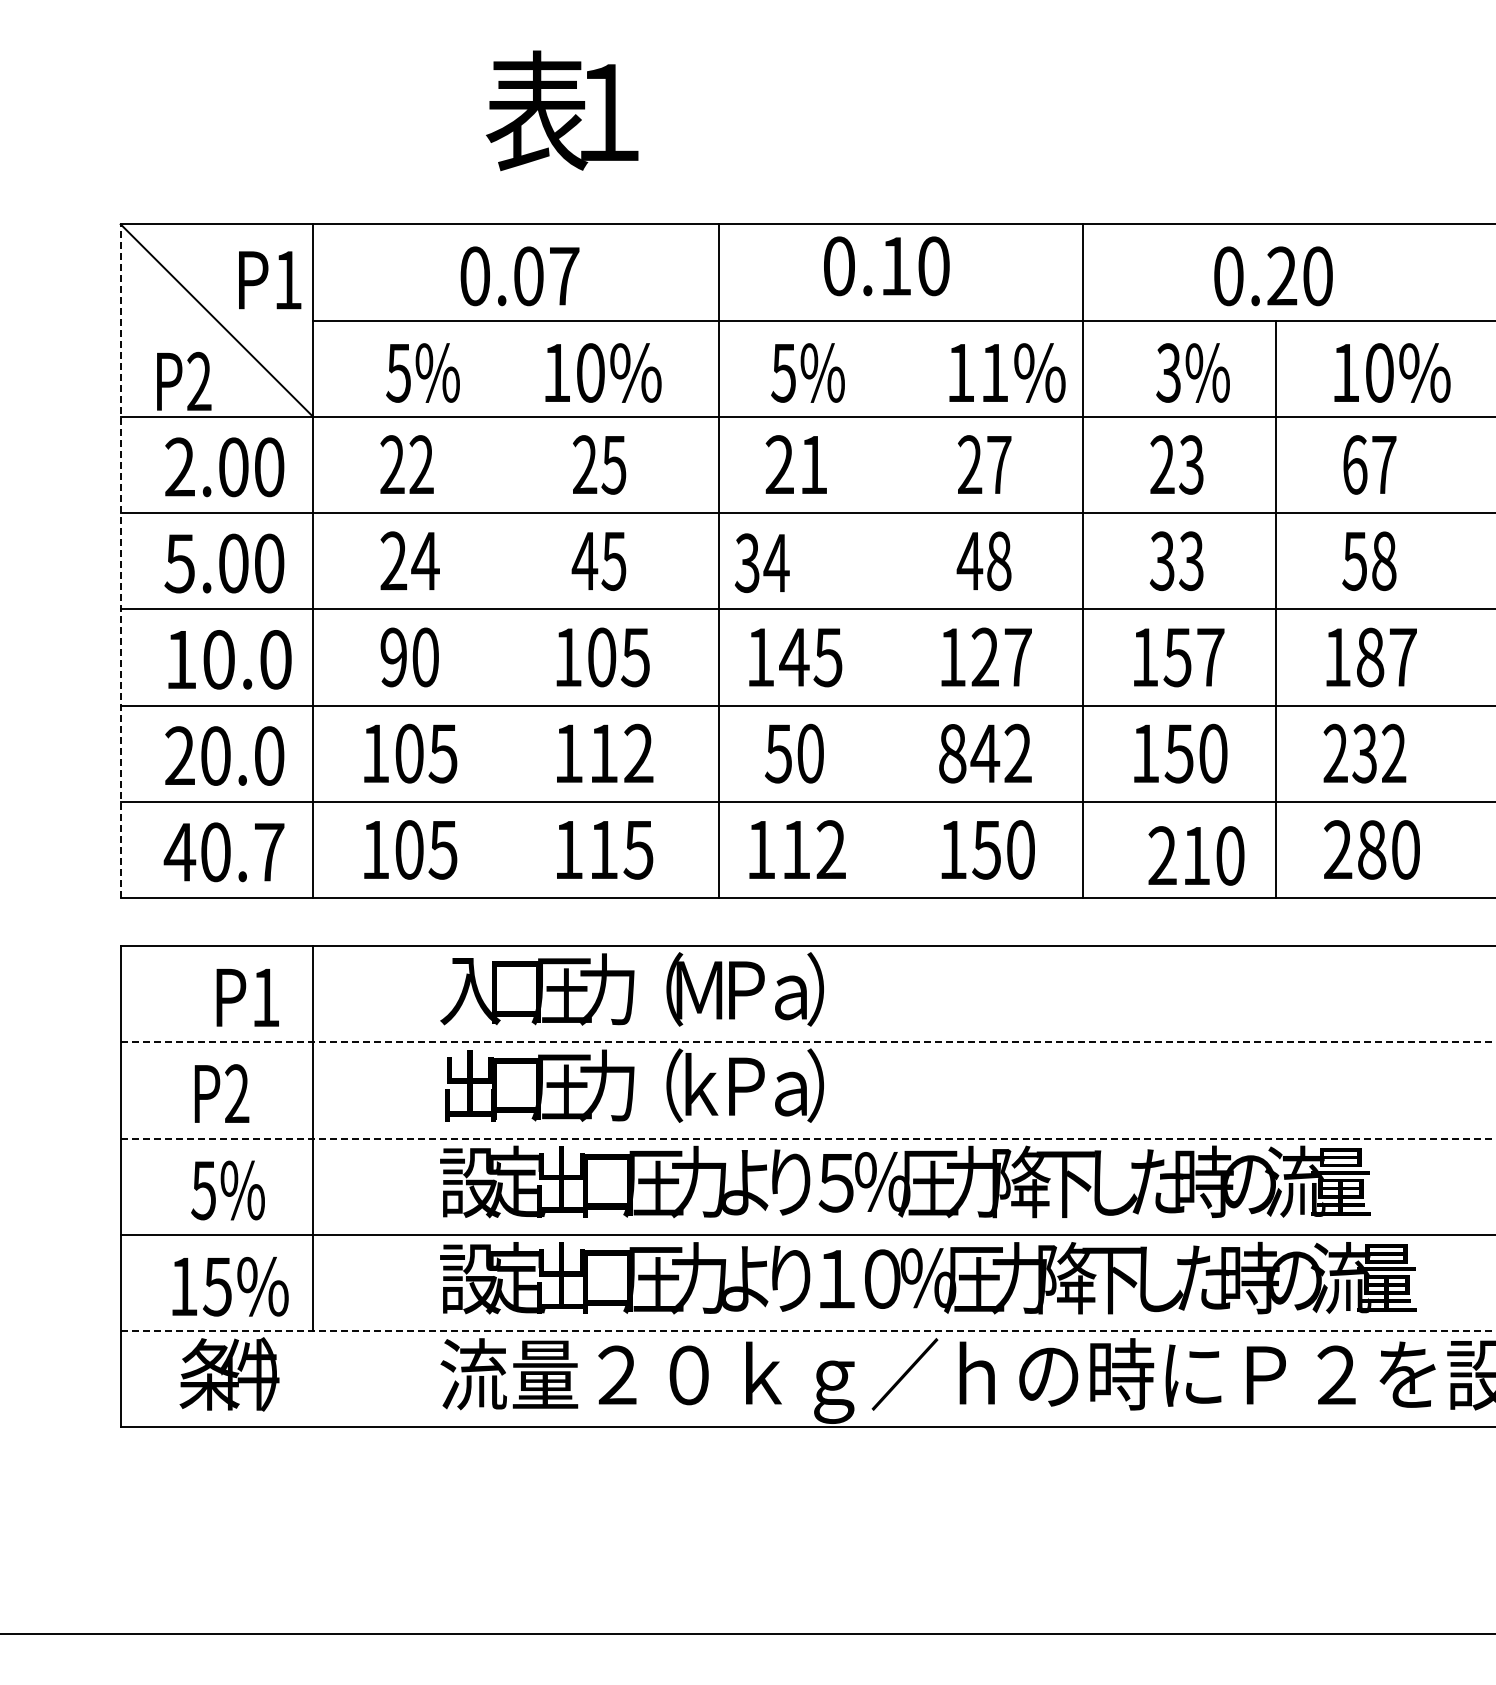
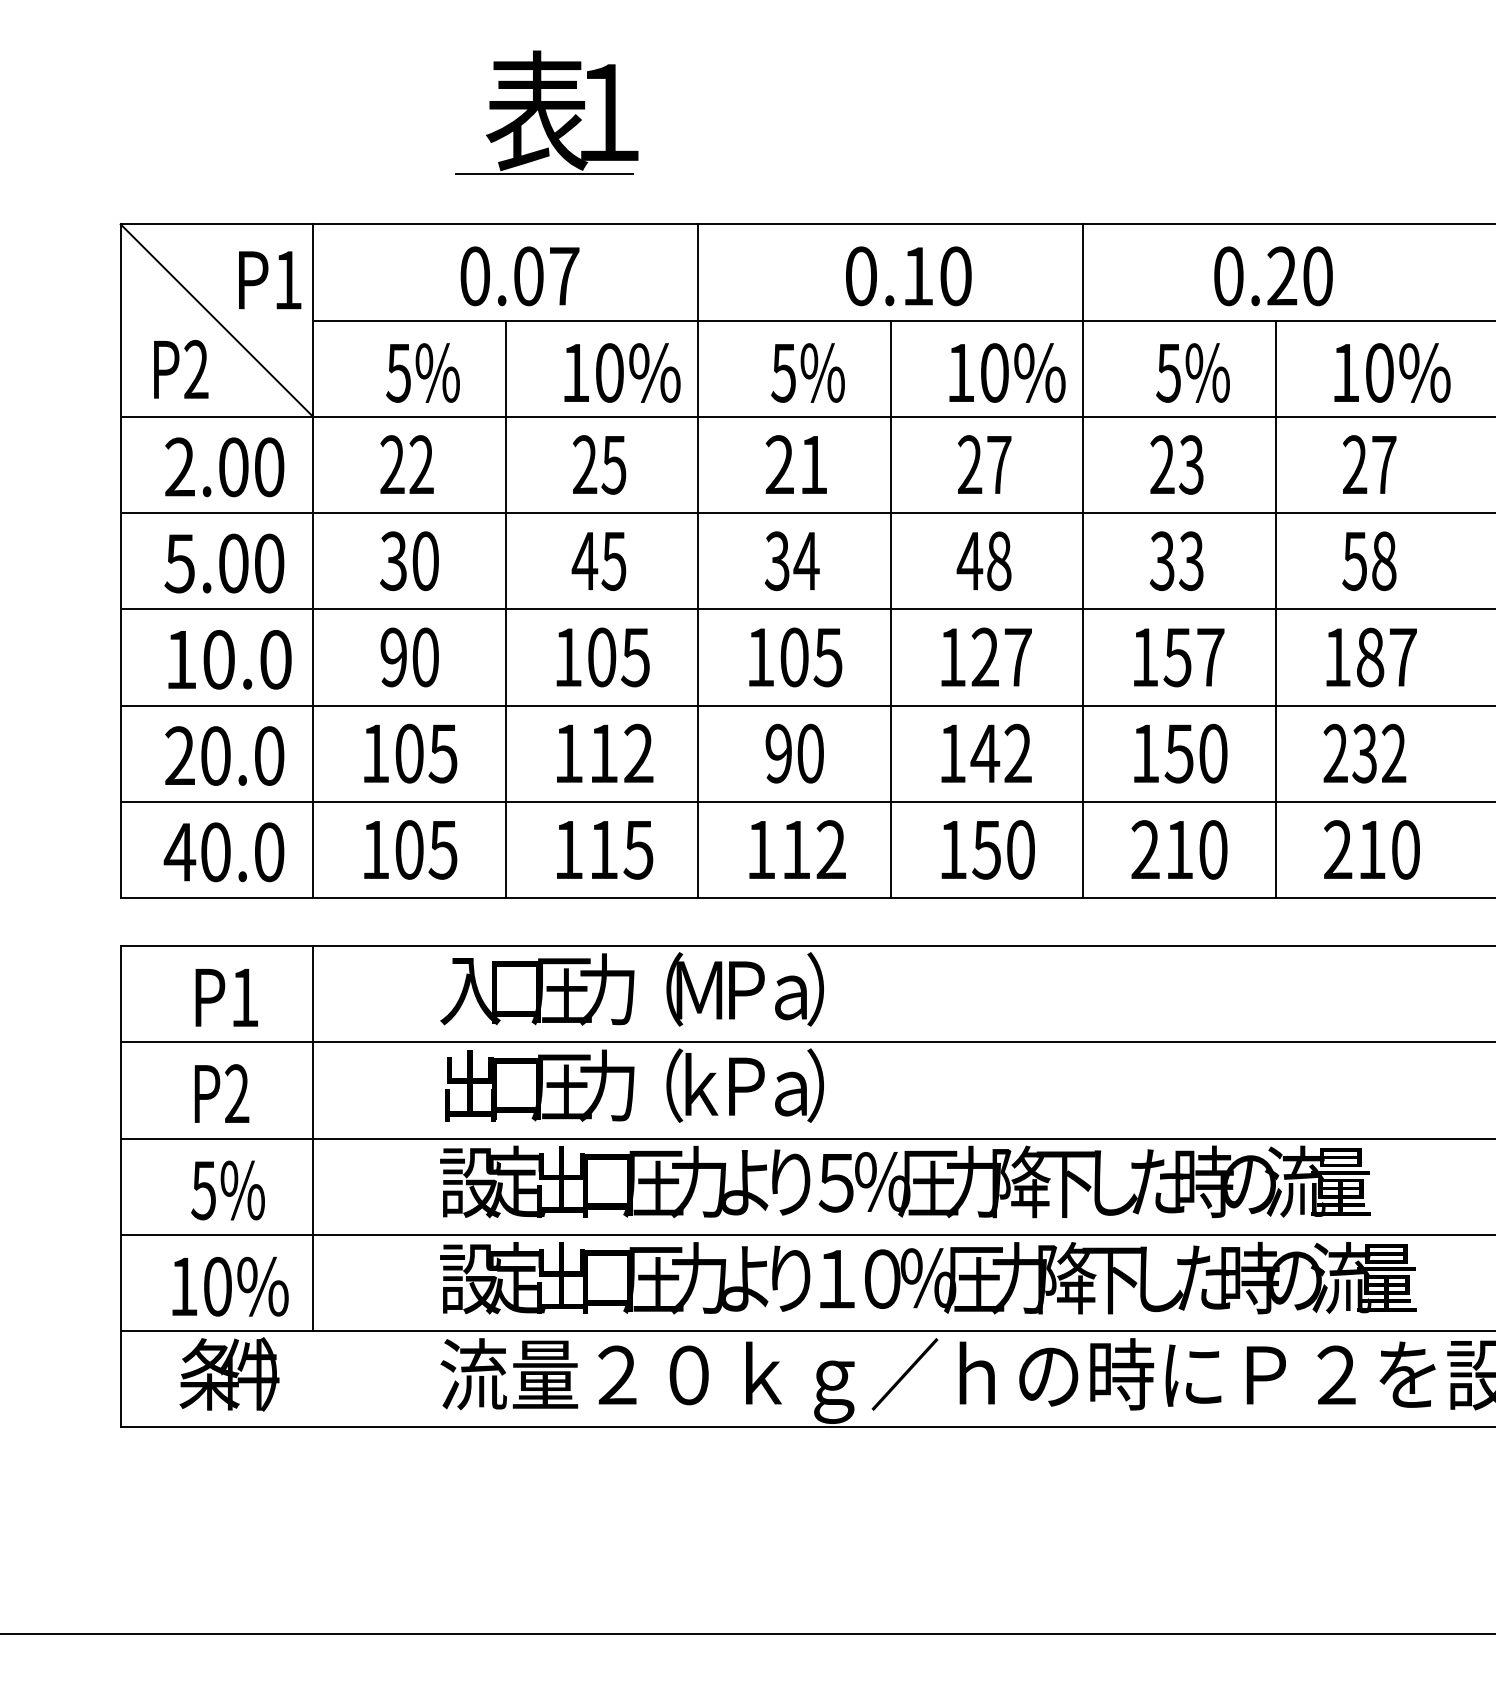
line at (544, 173): none -> present
text at (886, 266) position: (886, 266) -> (908, 276)
text at (603, 372) position: (603, 372) -> (622, 372)
text at (994, 372): 11 -> 10
text at (1168, 372): 3 -> 5
text at (184, 381) position: (184, 381) -> (181, 369)
text at (1355, 464): 67 -> 27
line at (120, 561): dashed -> solid
text at (409, 561): 24 -> 30
line at (719, 561) position: (719, 561) -> (698, 561)
text at (761, 562) position: (761, 562) -> (791, 560)
line at (505, 609): none -> present
line at (890, 609): none -> present
text at (794, 657): 145 -> 105
text at (778, 753): 50 -> 90
text at (952, 753): 842 -> 142
text at (1372, 849): 280 -> 210
text at (269, 852): 40.7 -> 40.0
text at (1196, 855) position: (1196, 855) -> (1179, 849)
text at (247, 997) position: (247, 997) -> (226, 997)
line at (808, 1042): dashed -> solid
line at (808, 1138): dashed -> solid
text at (217, 1286): 15 -> 10
line at (808, 1331): dashed -> solid
